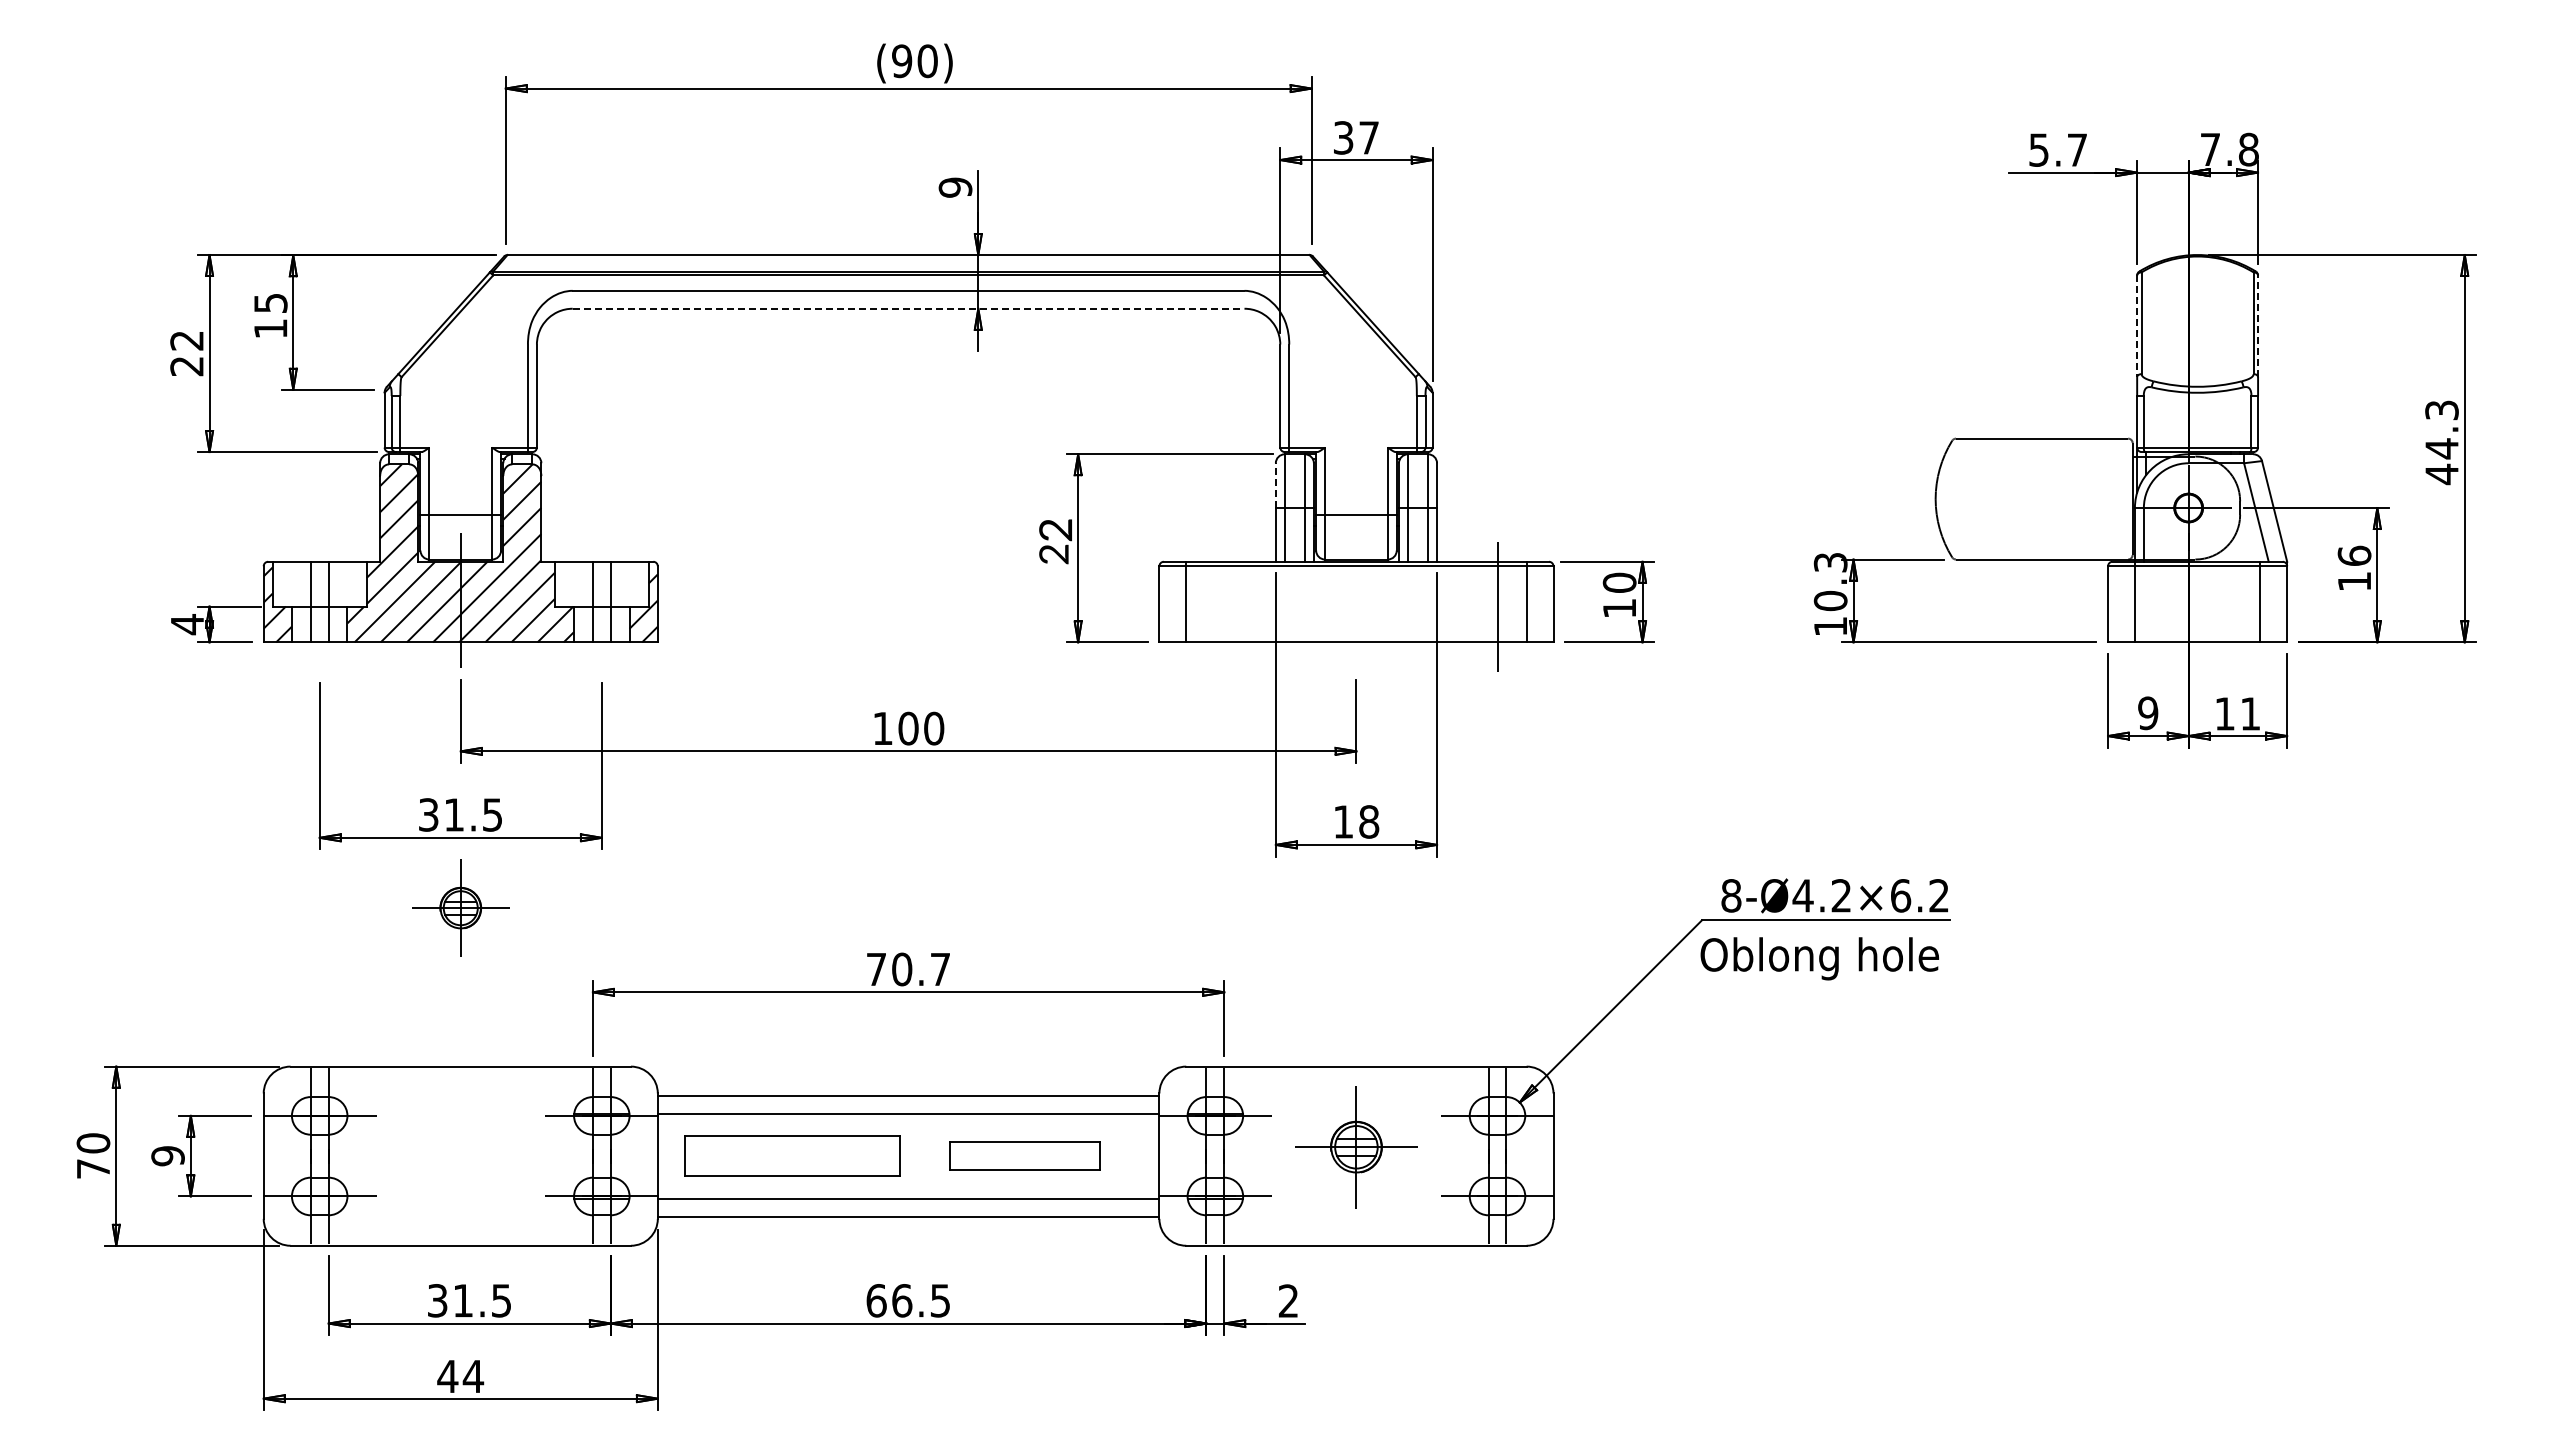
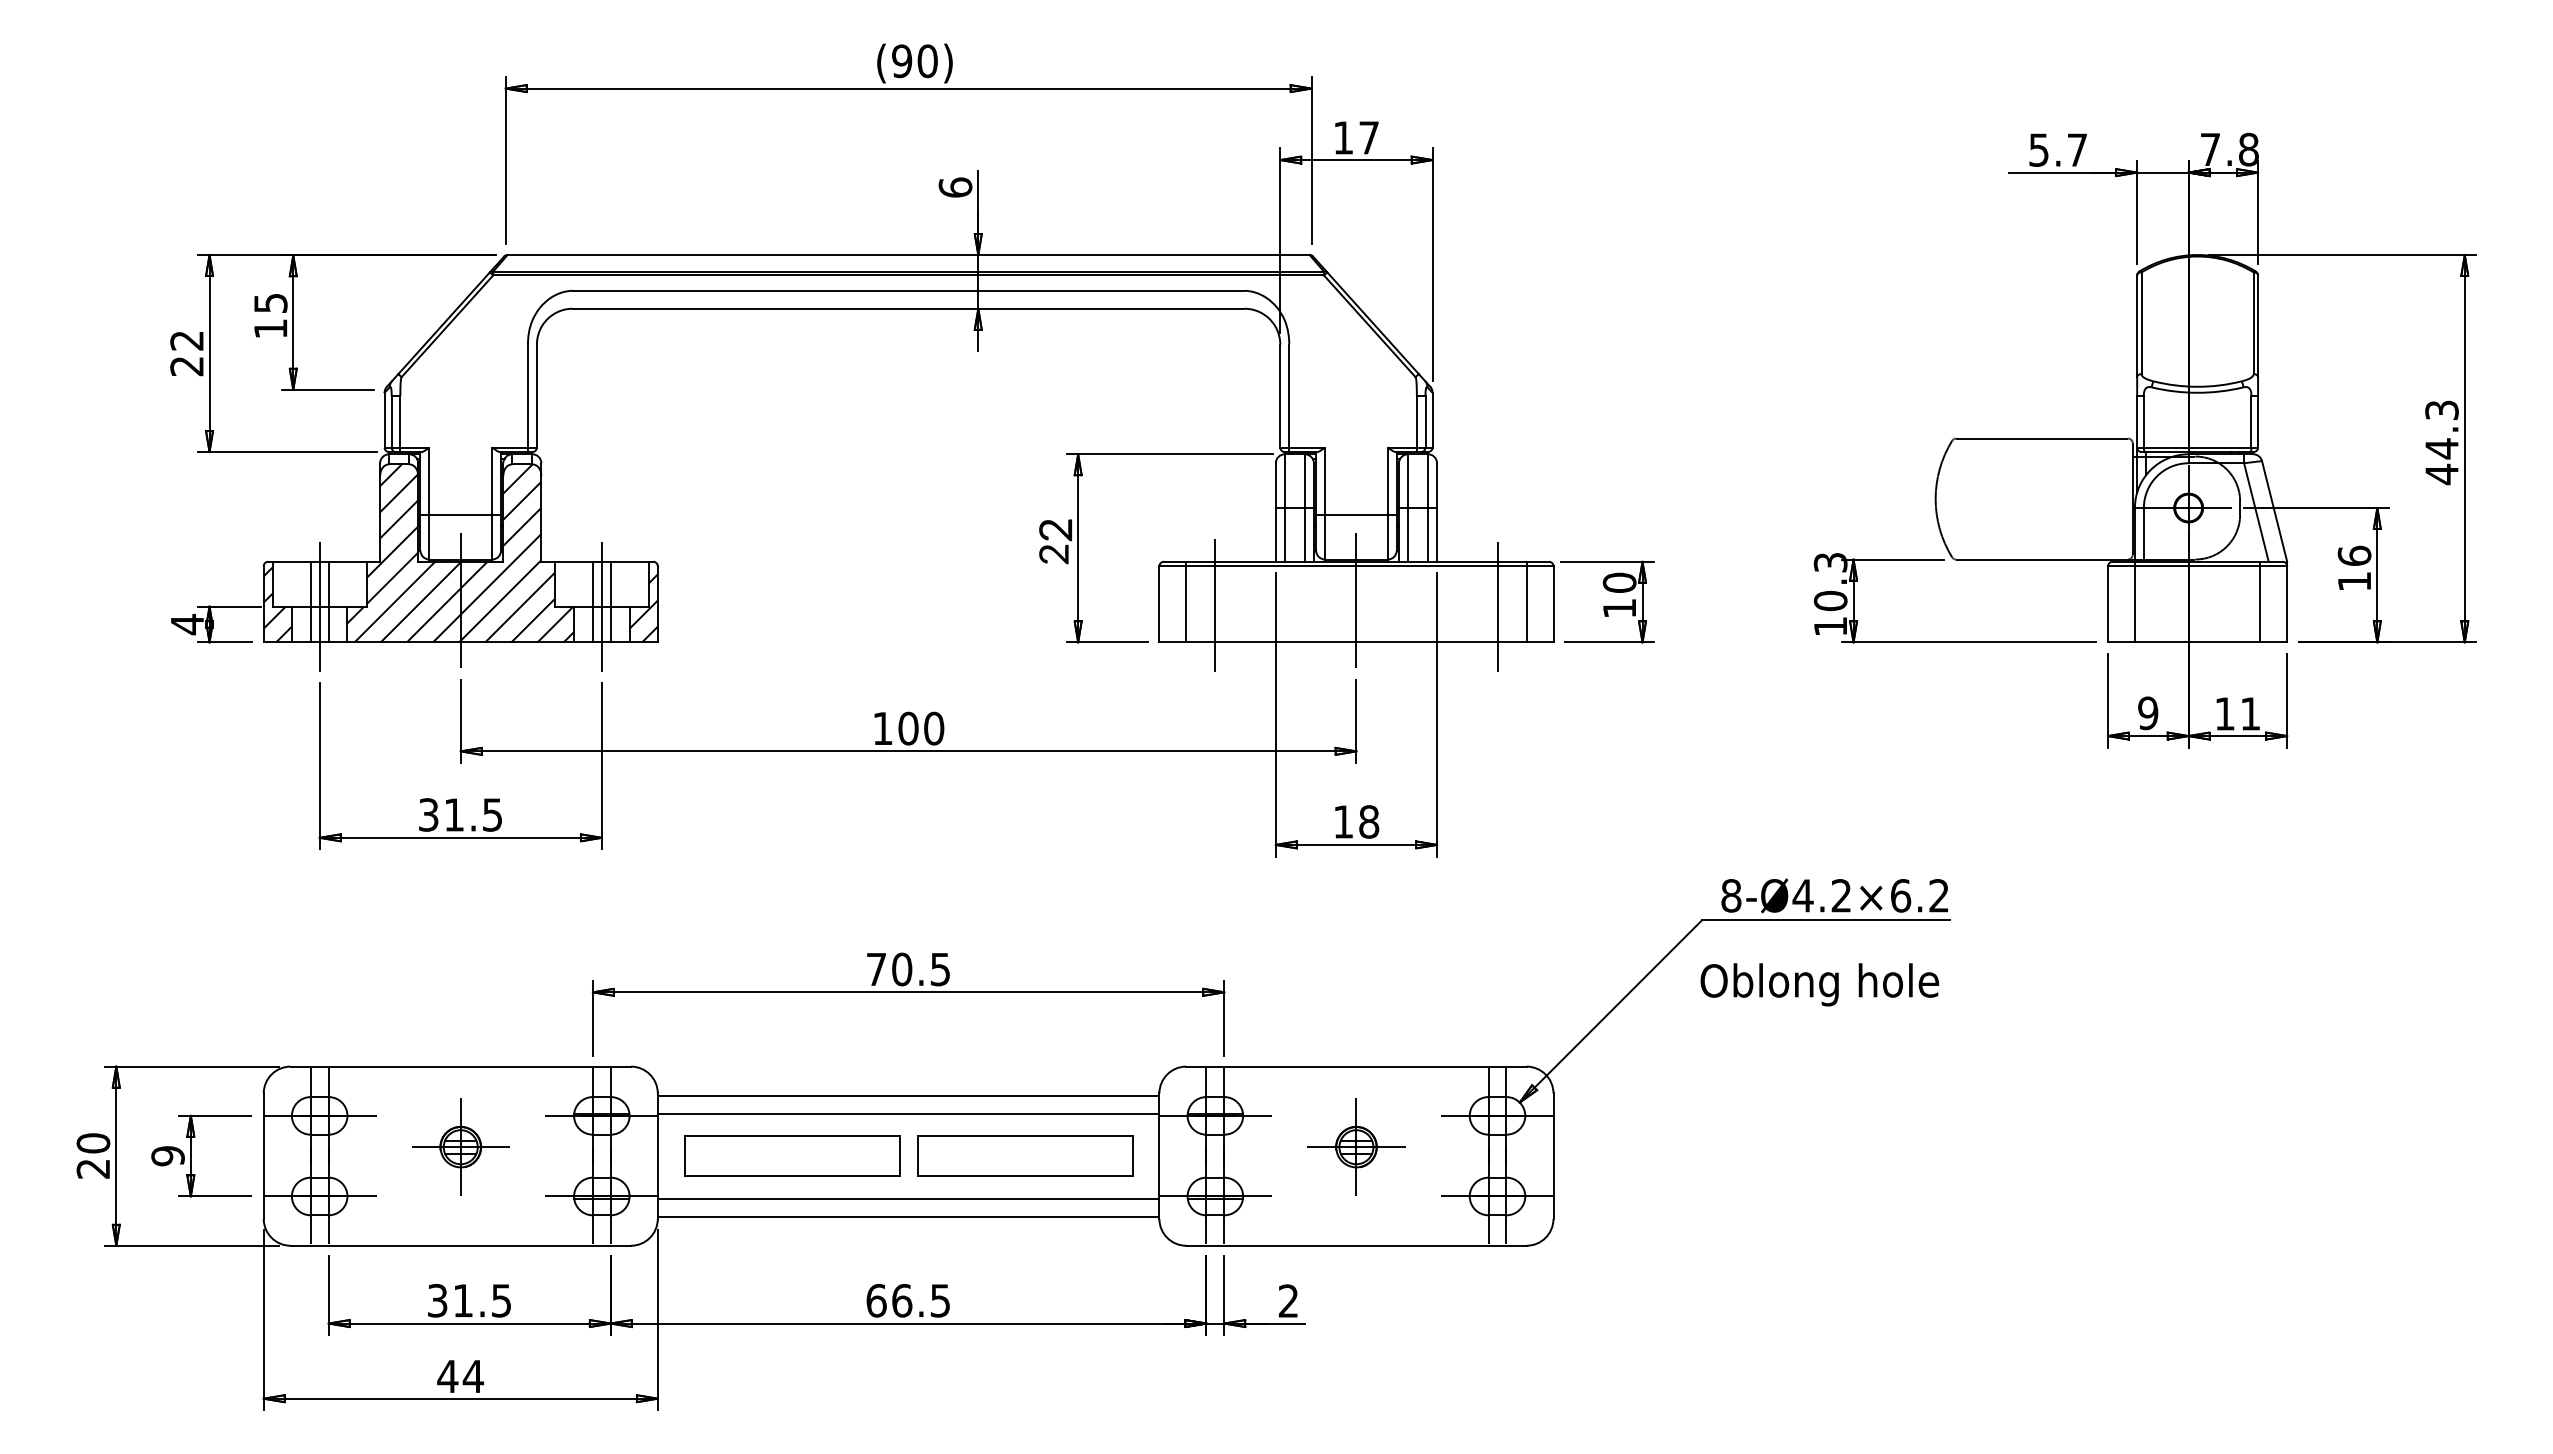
text at (1343, 137): 37 -> 17
text at (955, 187): 9 -> 6
line at (908, 308): dashed -> solid
line at (2137, 326): dashed -> solid
line at (2258, 326): dashed -> solid
line at (1275, 485): dashed -> solid
line at (1356, 600): none -> present
line at (1215, 604): none -> present
line at (319, 606): none -> present
line at (601, 606): none -> present
part at (460, 907) position: (460, 907) -> (460, 1146)
text at (1819, 958) position: (1819, 958) -> (1819, 984)
text at (940, 969): 70.7 -> 70.5
part at (1356, 1147) size: 123x123 px -> 99x98 px
part at (1024, 1155) size: 152x30 px -> 217x42 px
text at (92, 1168): 70 -> 20
